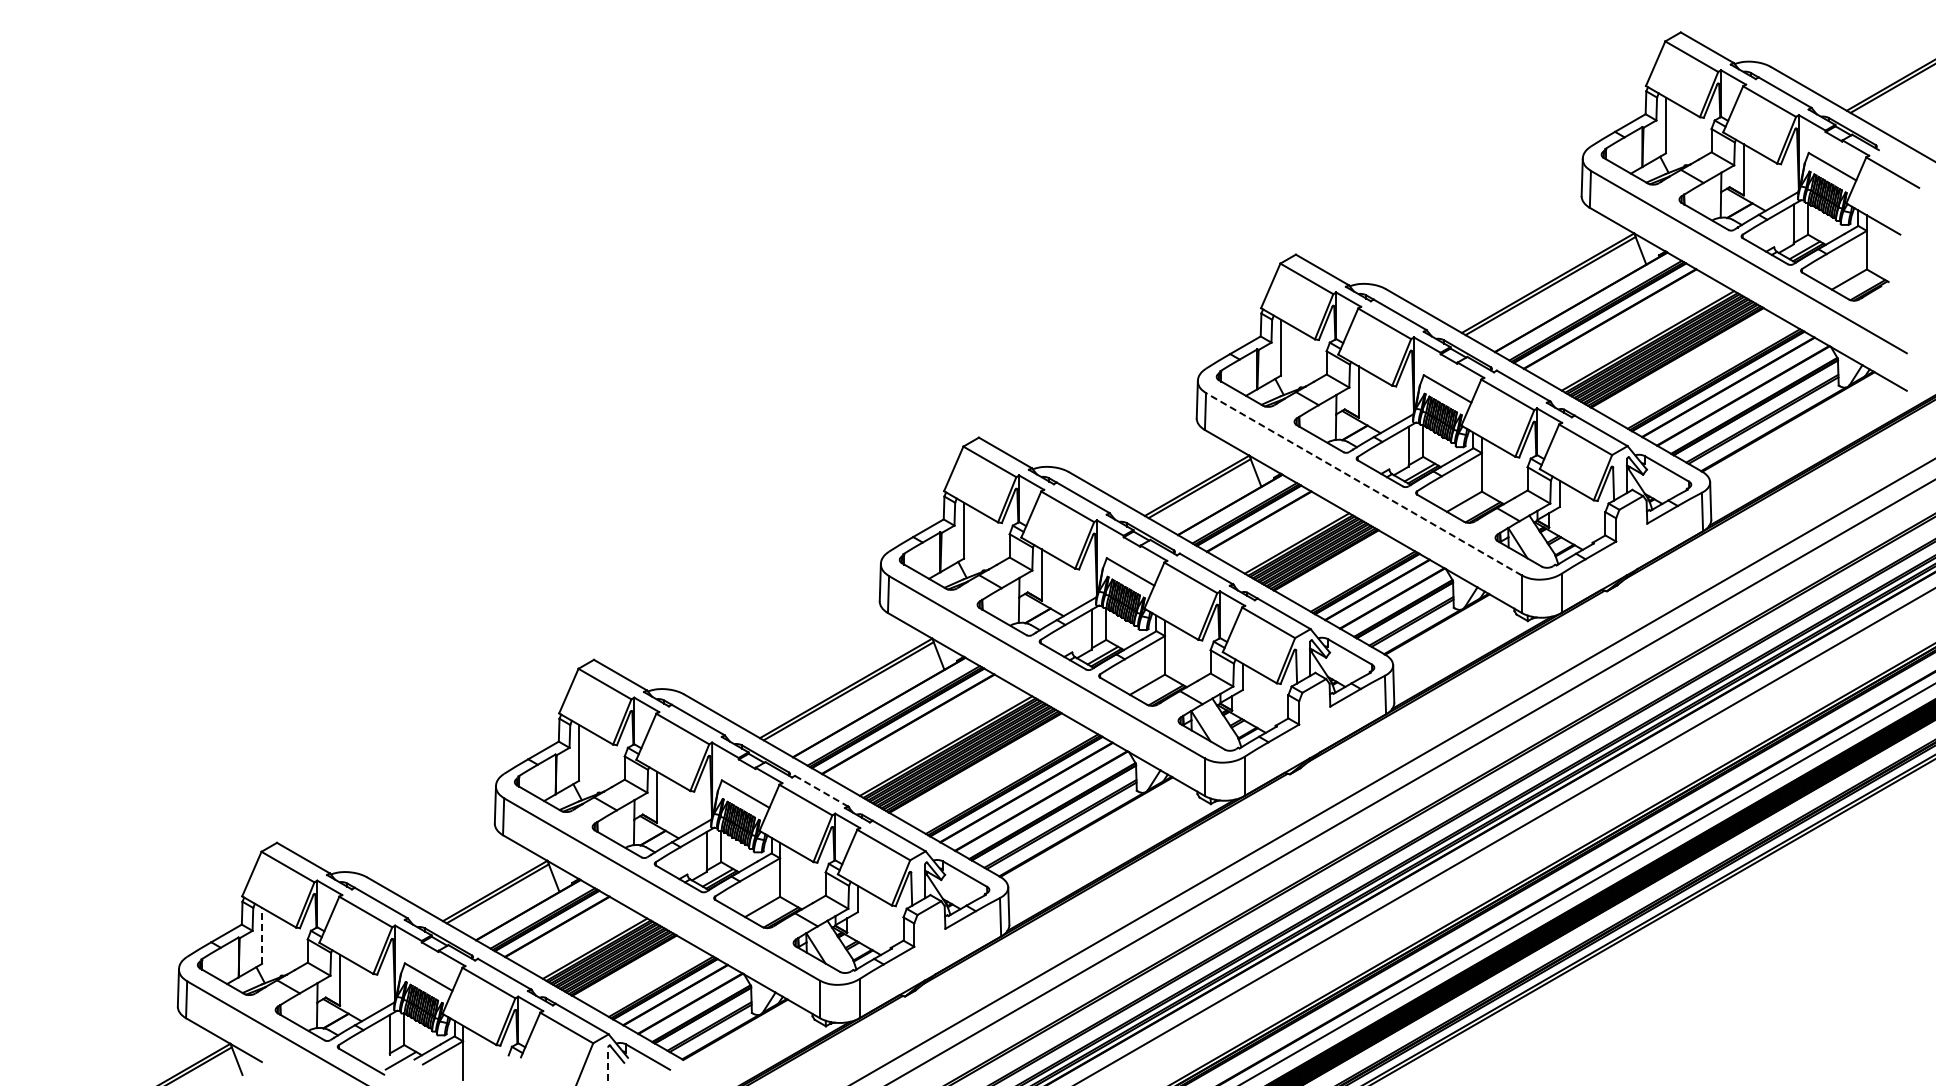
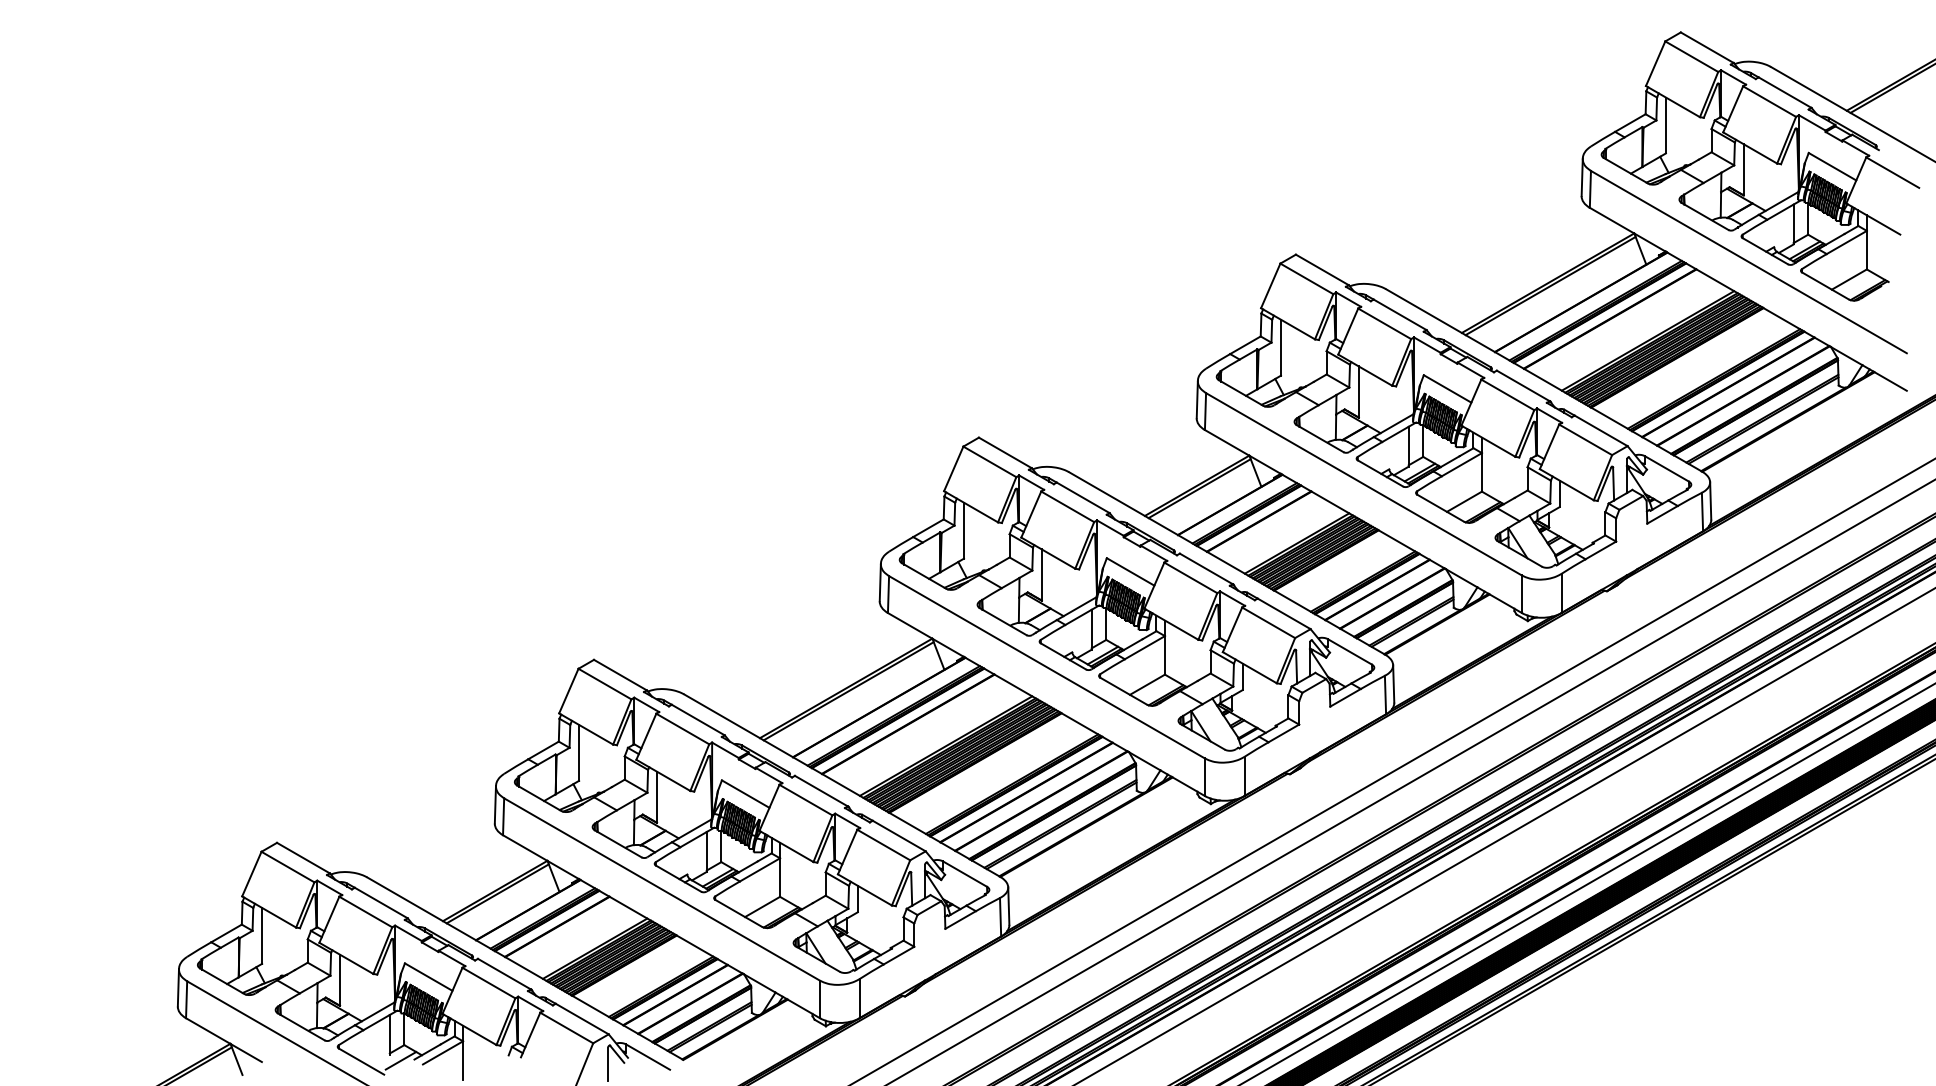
line at (1363, 484): dashed -> solid
line at (821, 791): dashed -> solid
line at (262, 935): dashed -> solid
line at (608, 1064): dashed -> solid
